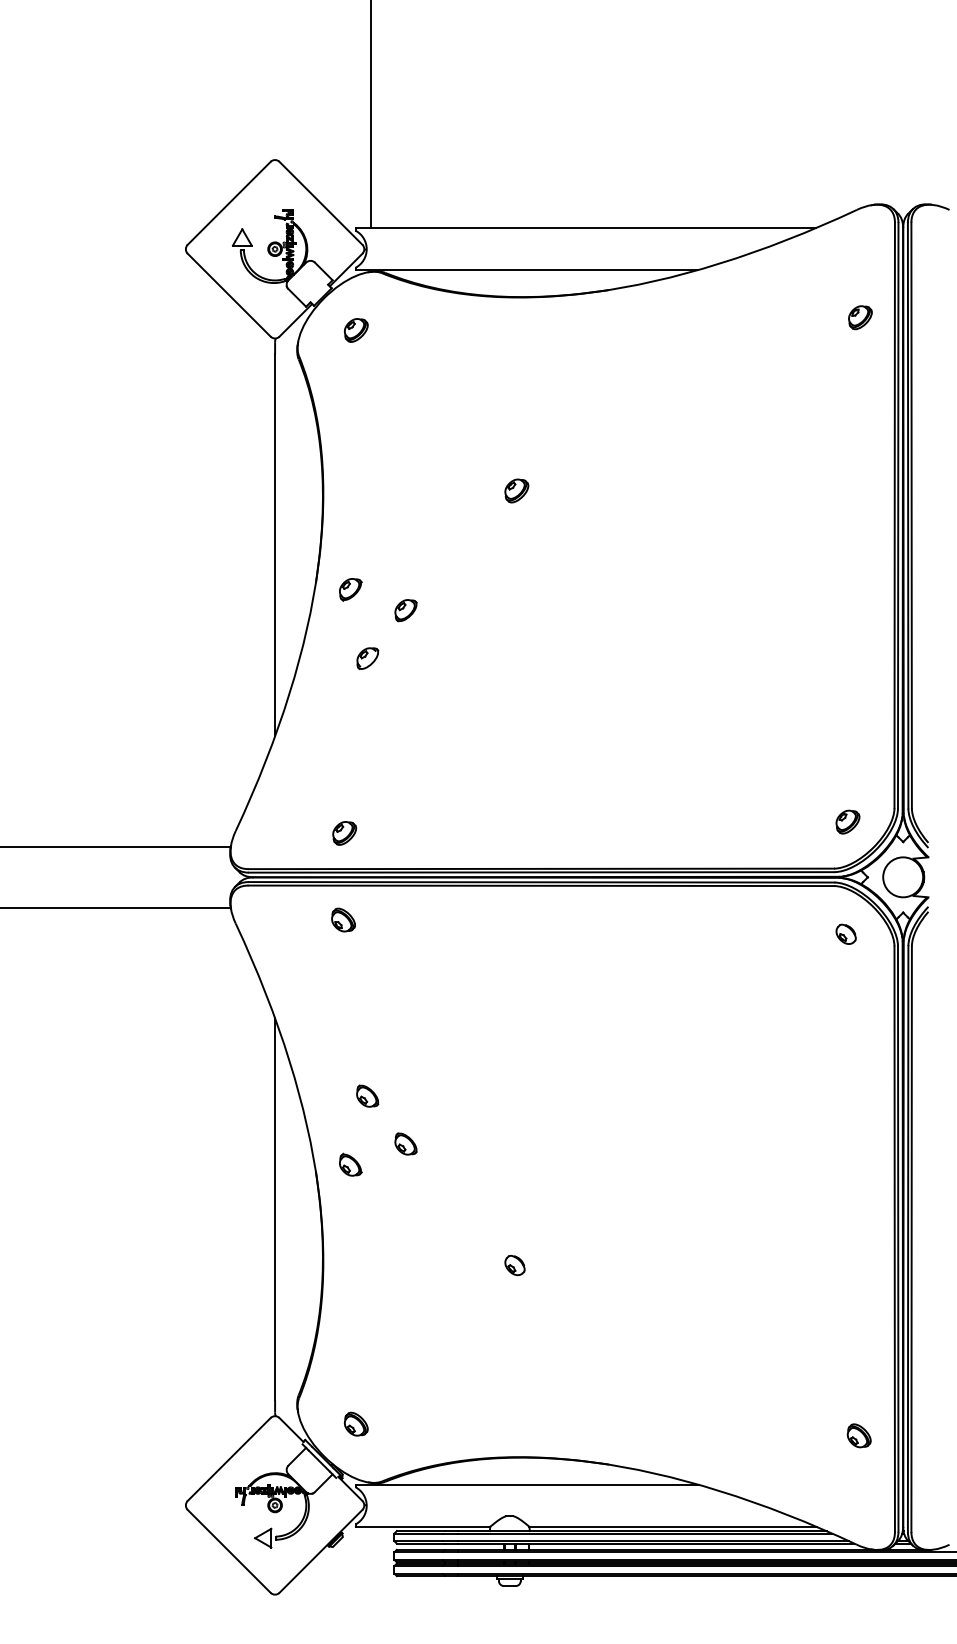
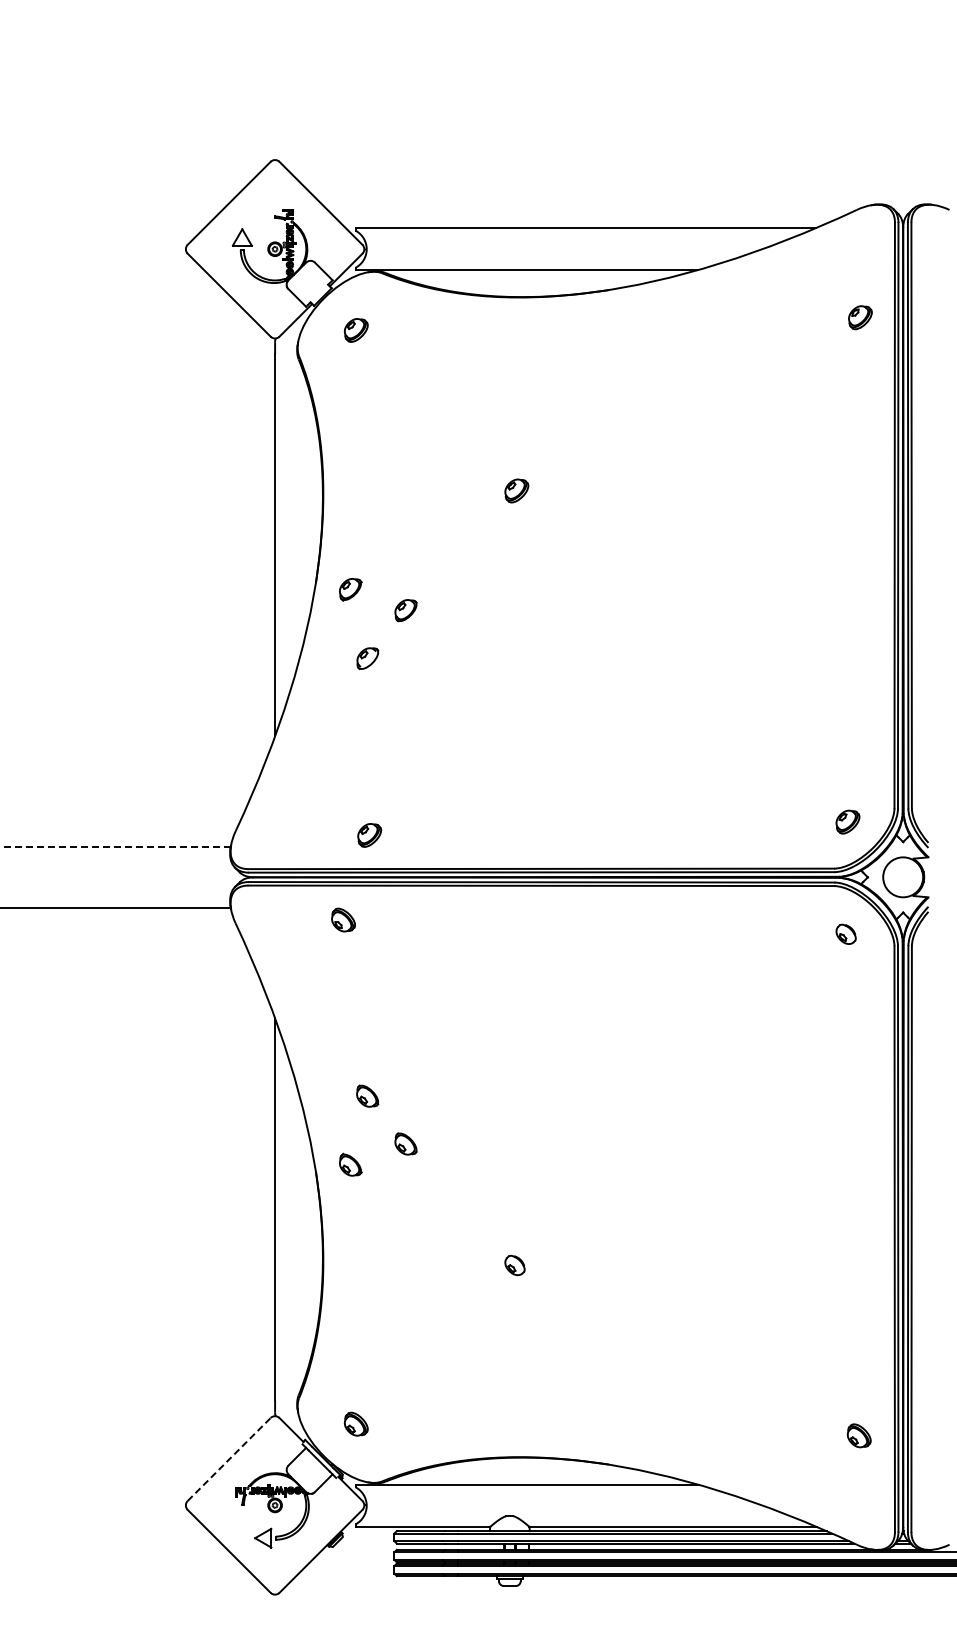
line at (371, 115): present -> none
part at (344, 833) position: (344, 833) -> (369, 835)
line at (115, 847): solid -> dashed
line at (229, 1459): solid -> dashed
